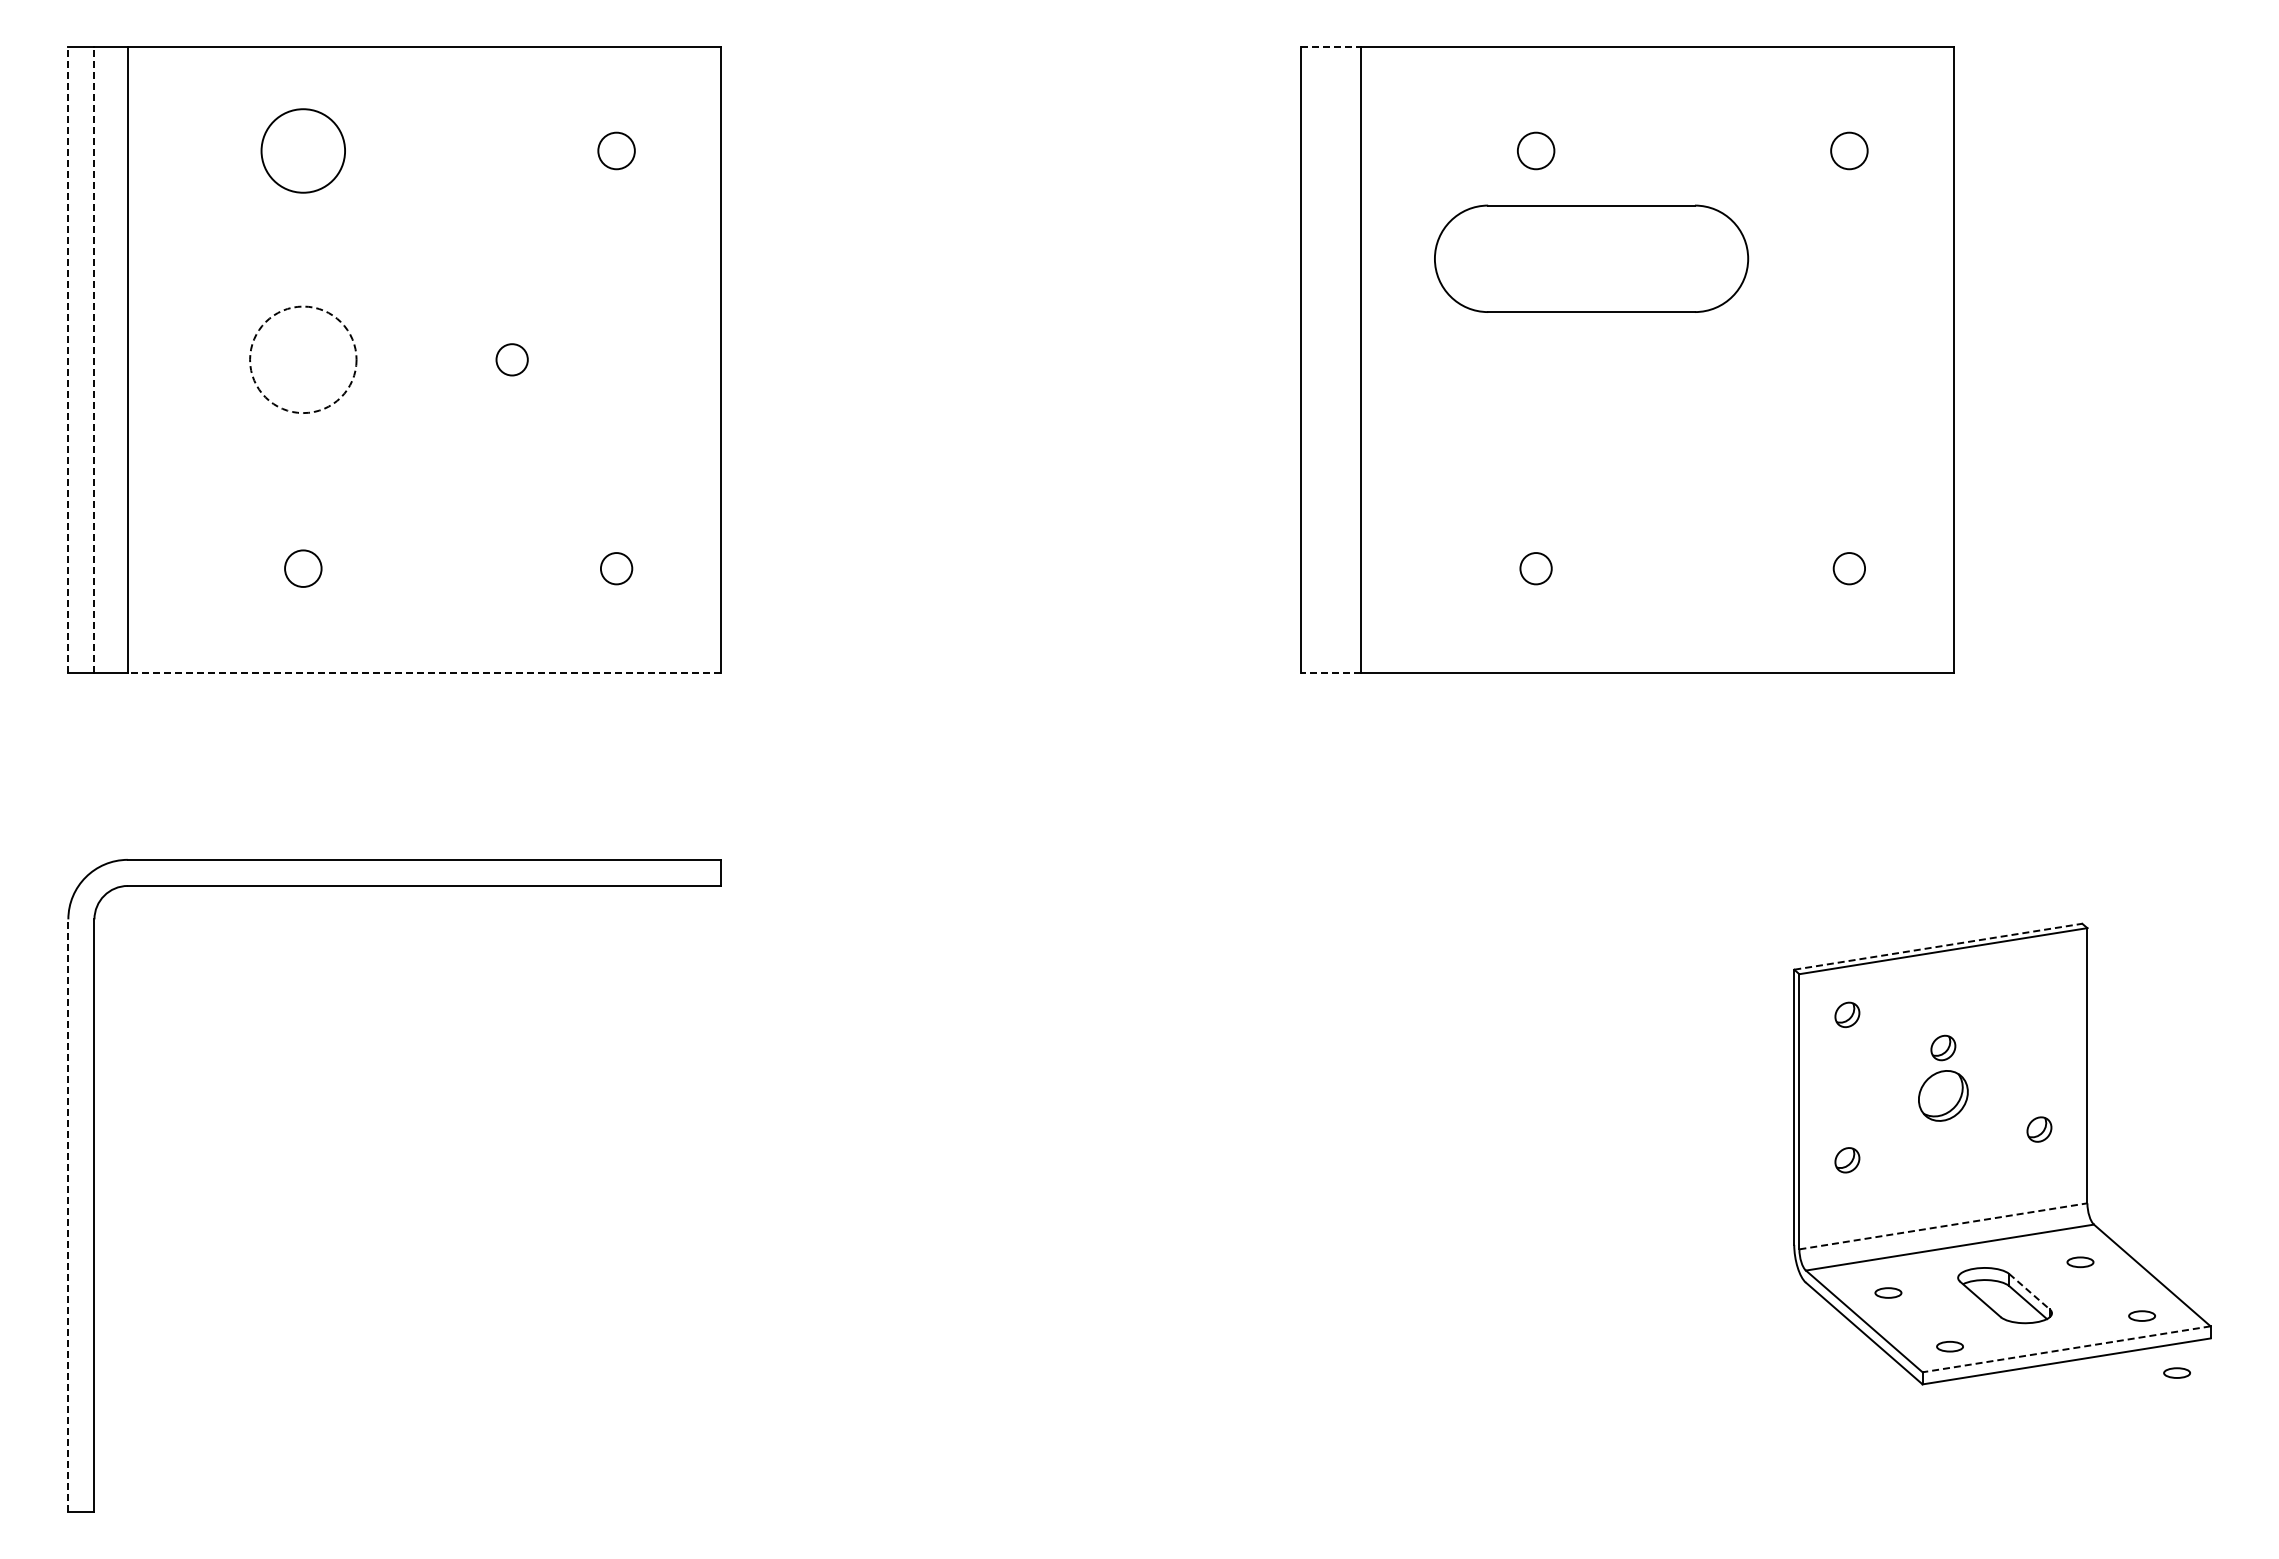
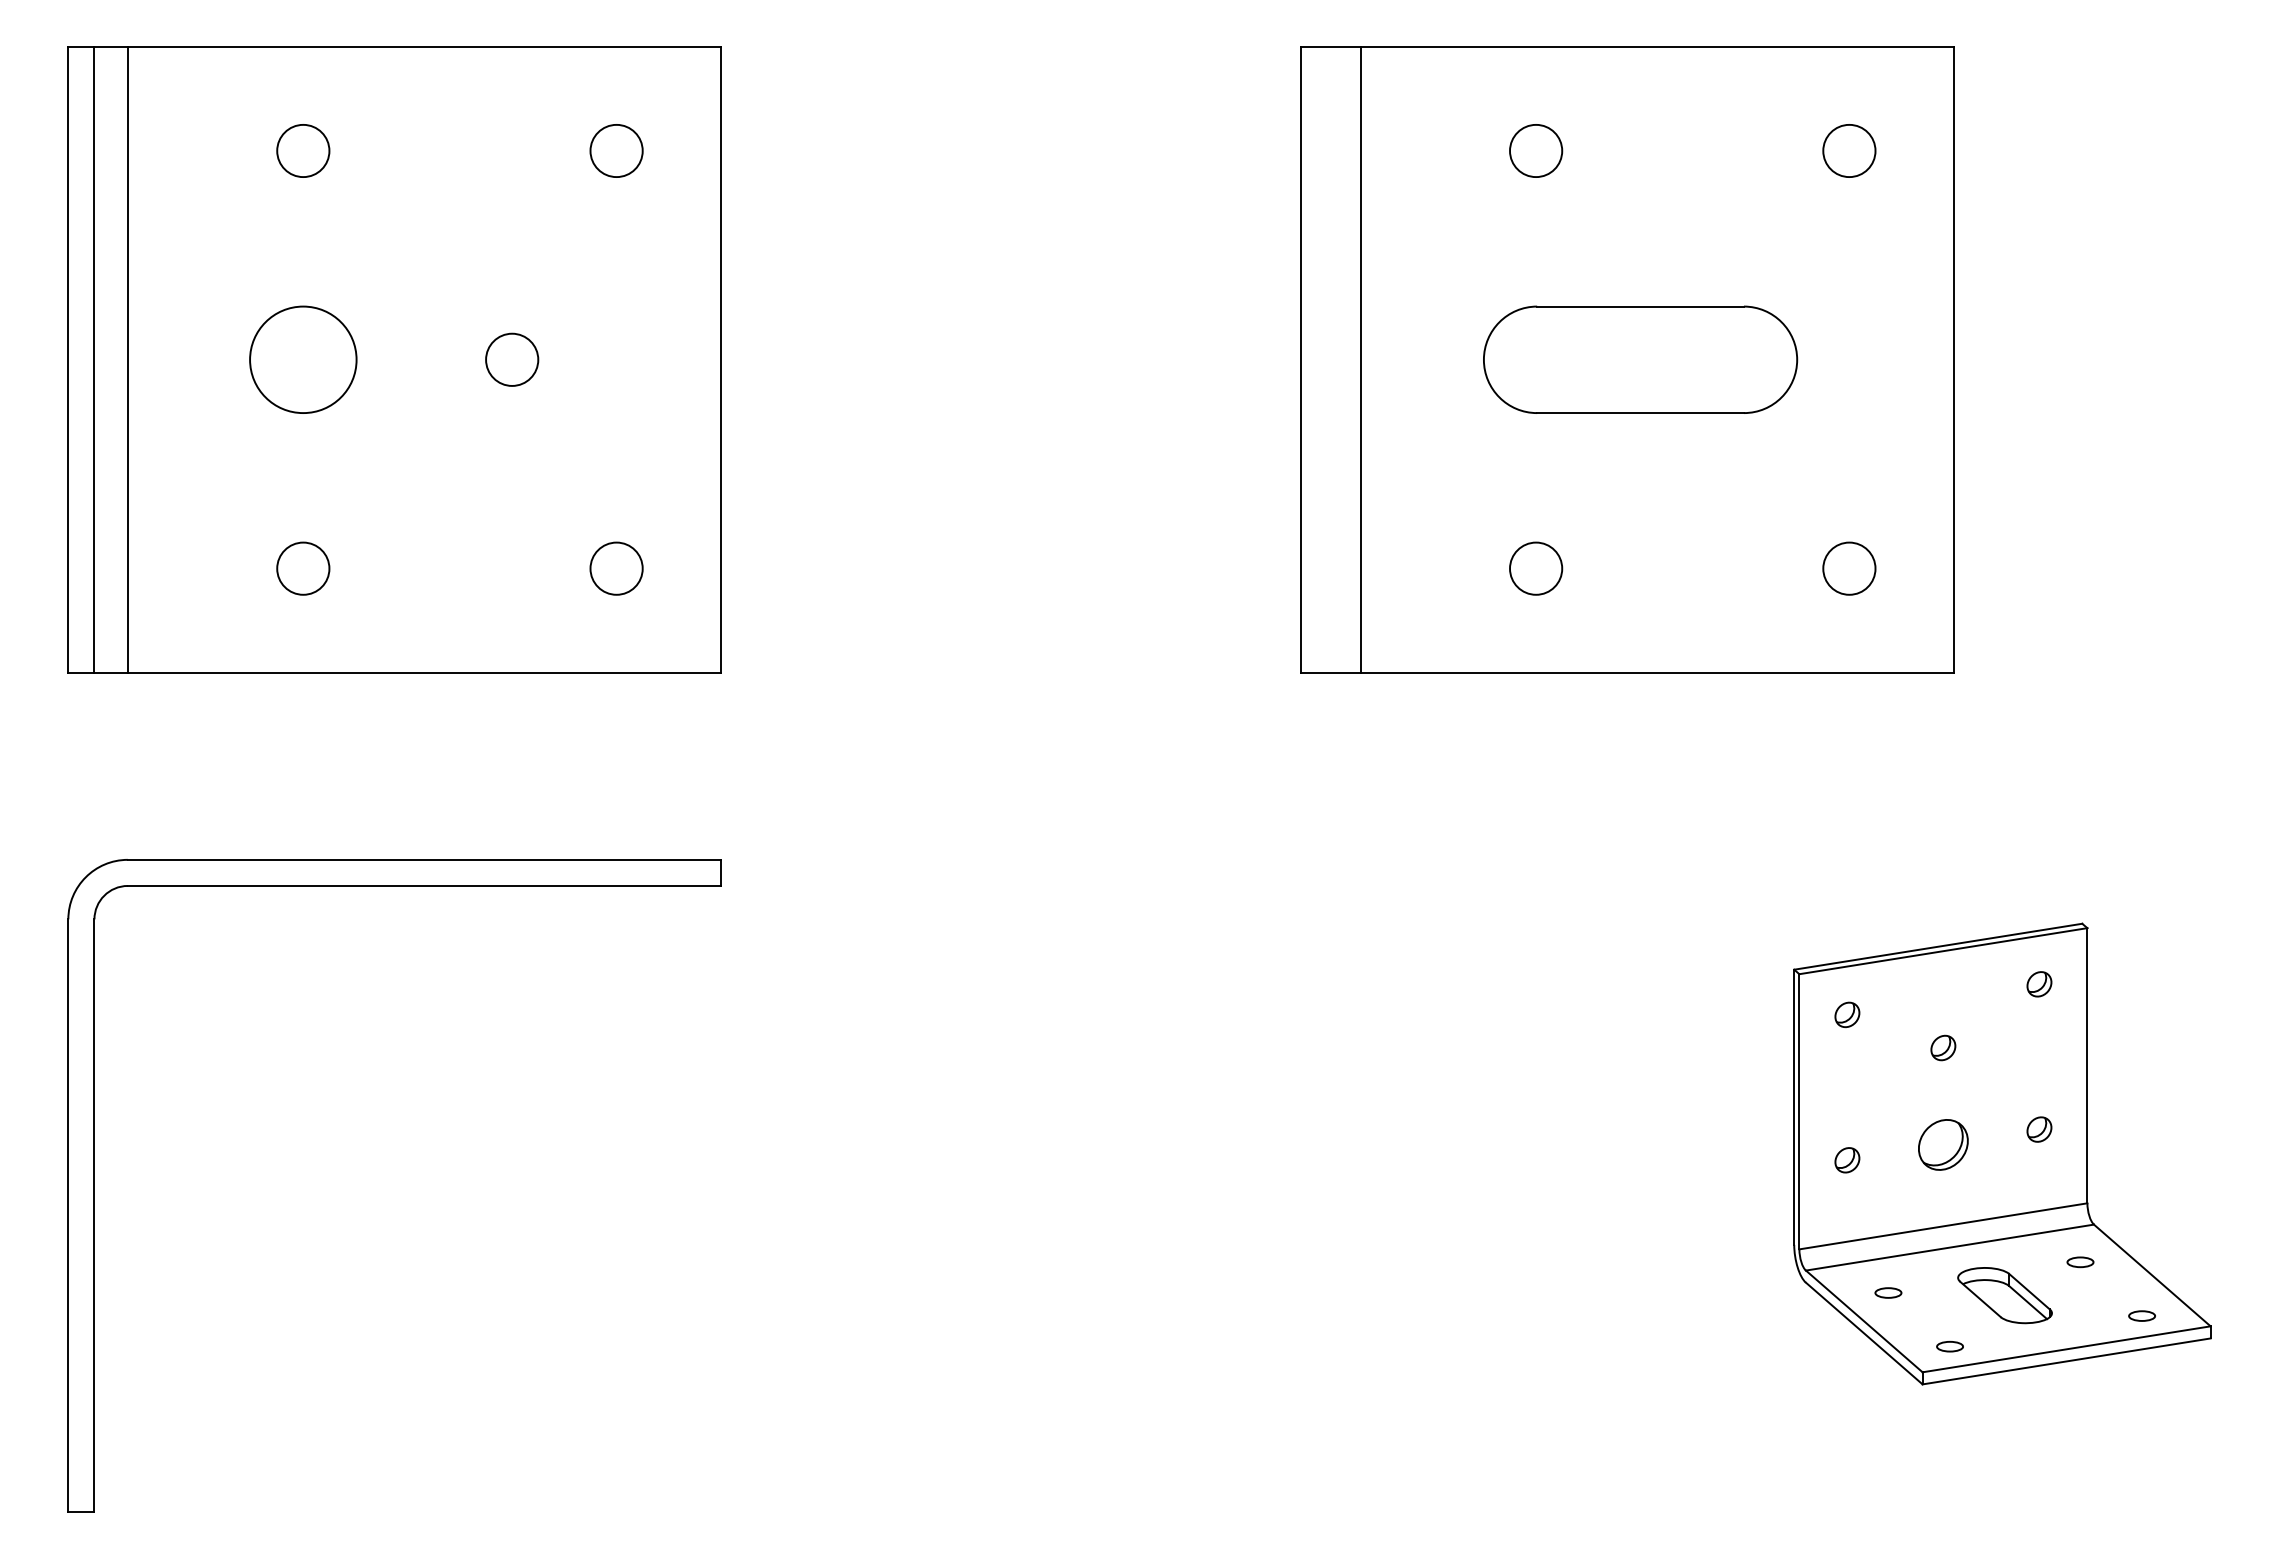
line at (1330, 46): dashed -> solid
circle at (303, 150) diameter: 84 px -> 52 px
circle at (616, 150) diameter: 37 px -> 52 px
circle at (1535, 150) diameter: 37 px -> 52 px
circle at (1849, 150) diameter: 37 px -> 52 px
part at (1591, 258) position: (1591, 258) -> (1640, 359)
line at (68, 359): dashed -> solid
line at (94, 359): dashed -> solid
circle at (303, 359): dashed -> solid
circle at (511, 359) diameter: 31 px -> 52 px
circle at (303, 568) diameter: 37 px -> 52 px
circle at (616, 568) diameter: 31 px -> 52 px
circle at (1535, 568) diameter: 31 px -> 52 px
circle at (1849, 568) diameter: 31 px -> 52 px
line at (424, 673): dashed -> solid
line at (1330, 673): dashed -> solid
line at (1938, 946): dashed -> solid
part at (2039, 984): none -> present
part at (1943, 1095) position: (1943, 1095) -> (1943, 1144)
line at (68, 1215): dashed -> solid
line at (1943, 1226): dashed -> solid
line at (2029, 1291): dashed -> solid
line at (2066, 1349): dashed -> solid
part at (2176, 1372): present -> none
